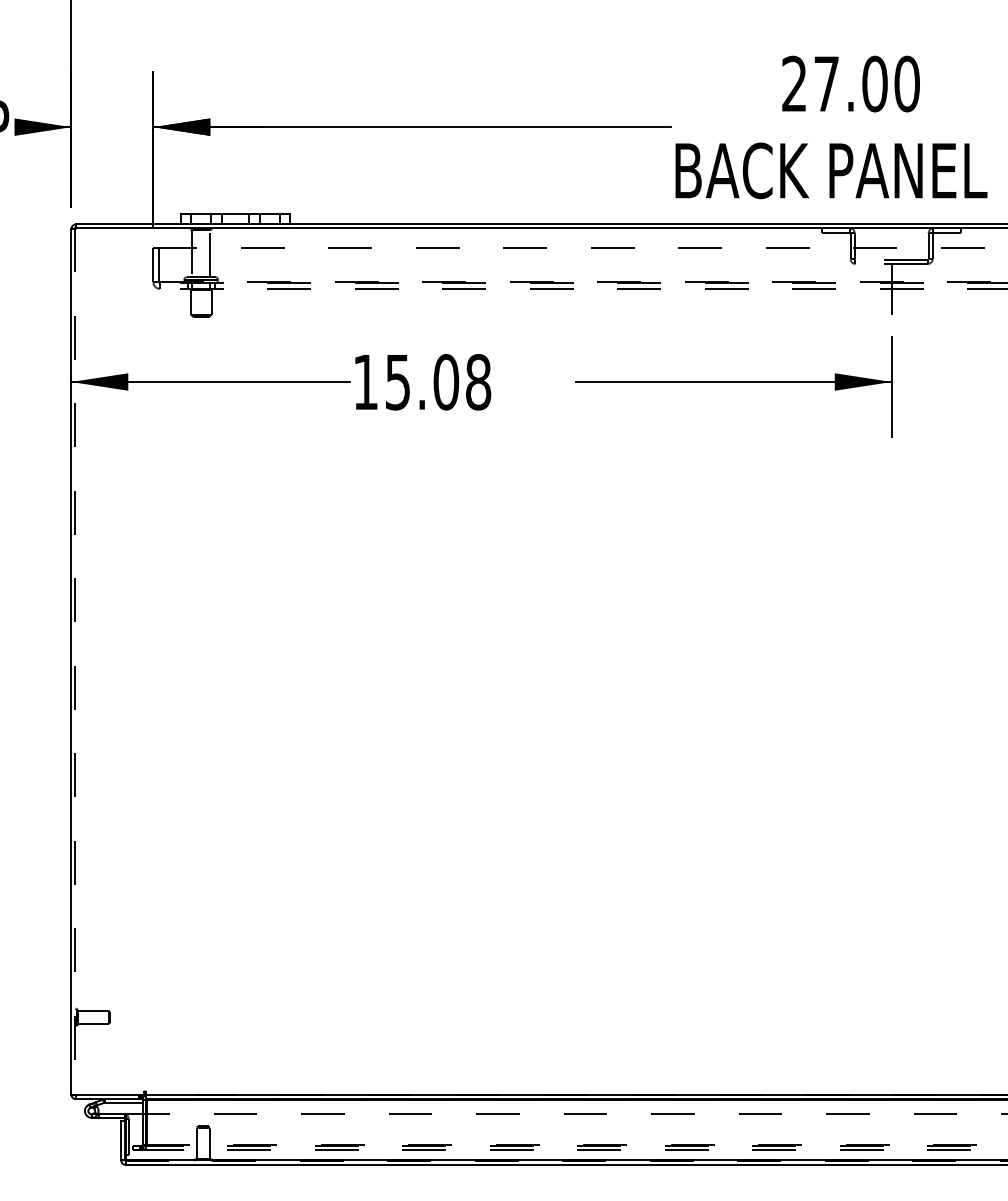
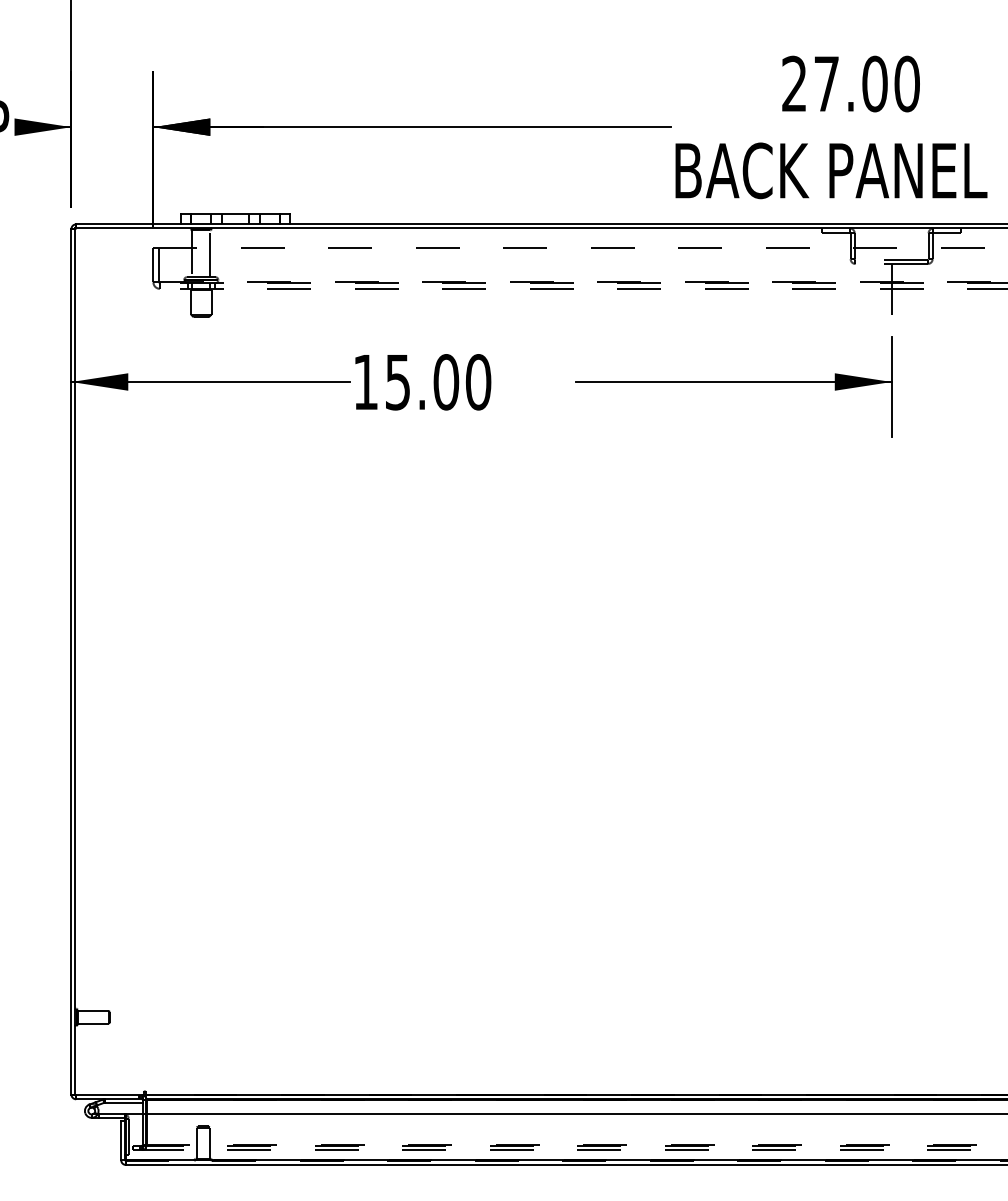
text at (478, 382): 15.08 -> 15.00
line at (75, 662): dashed -> solid
line at (567, 1113): dashed -> solid
